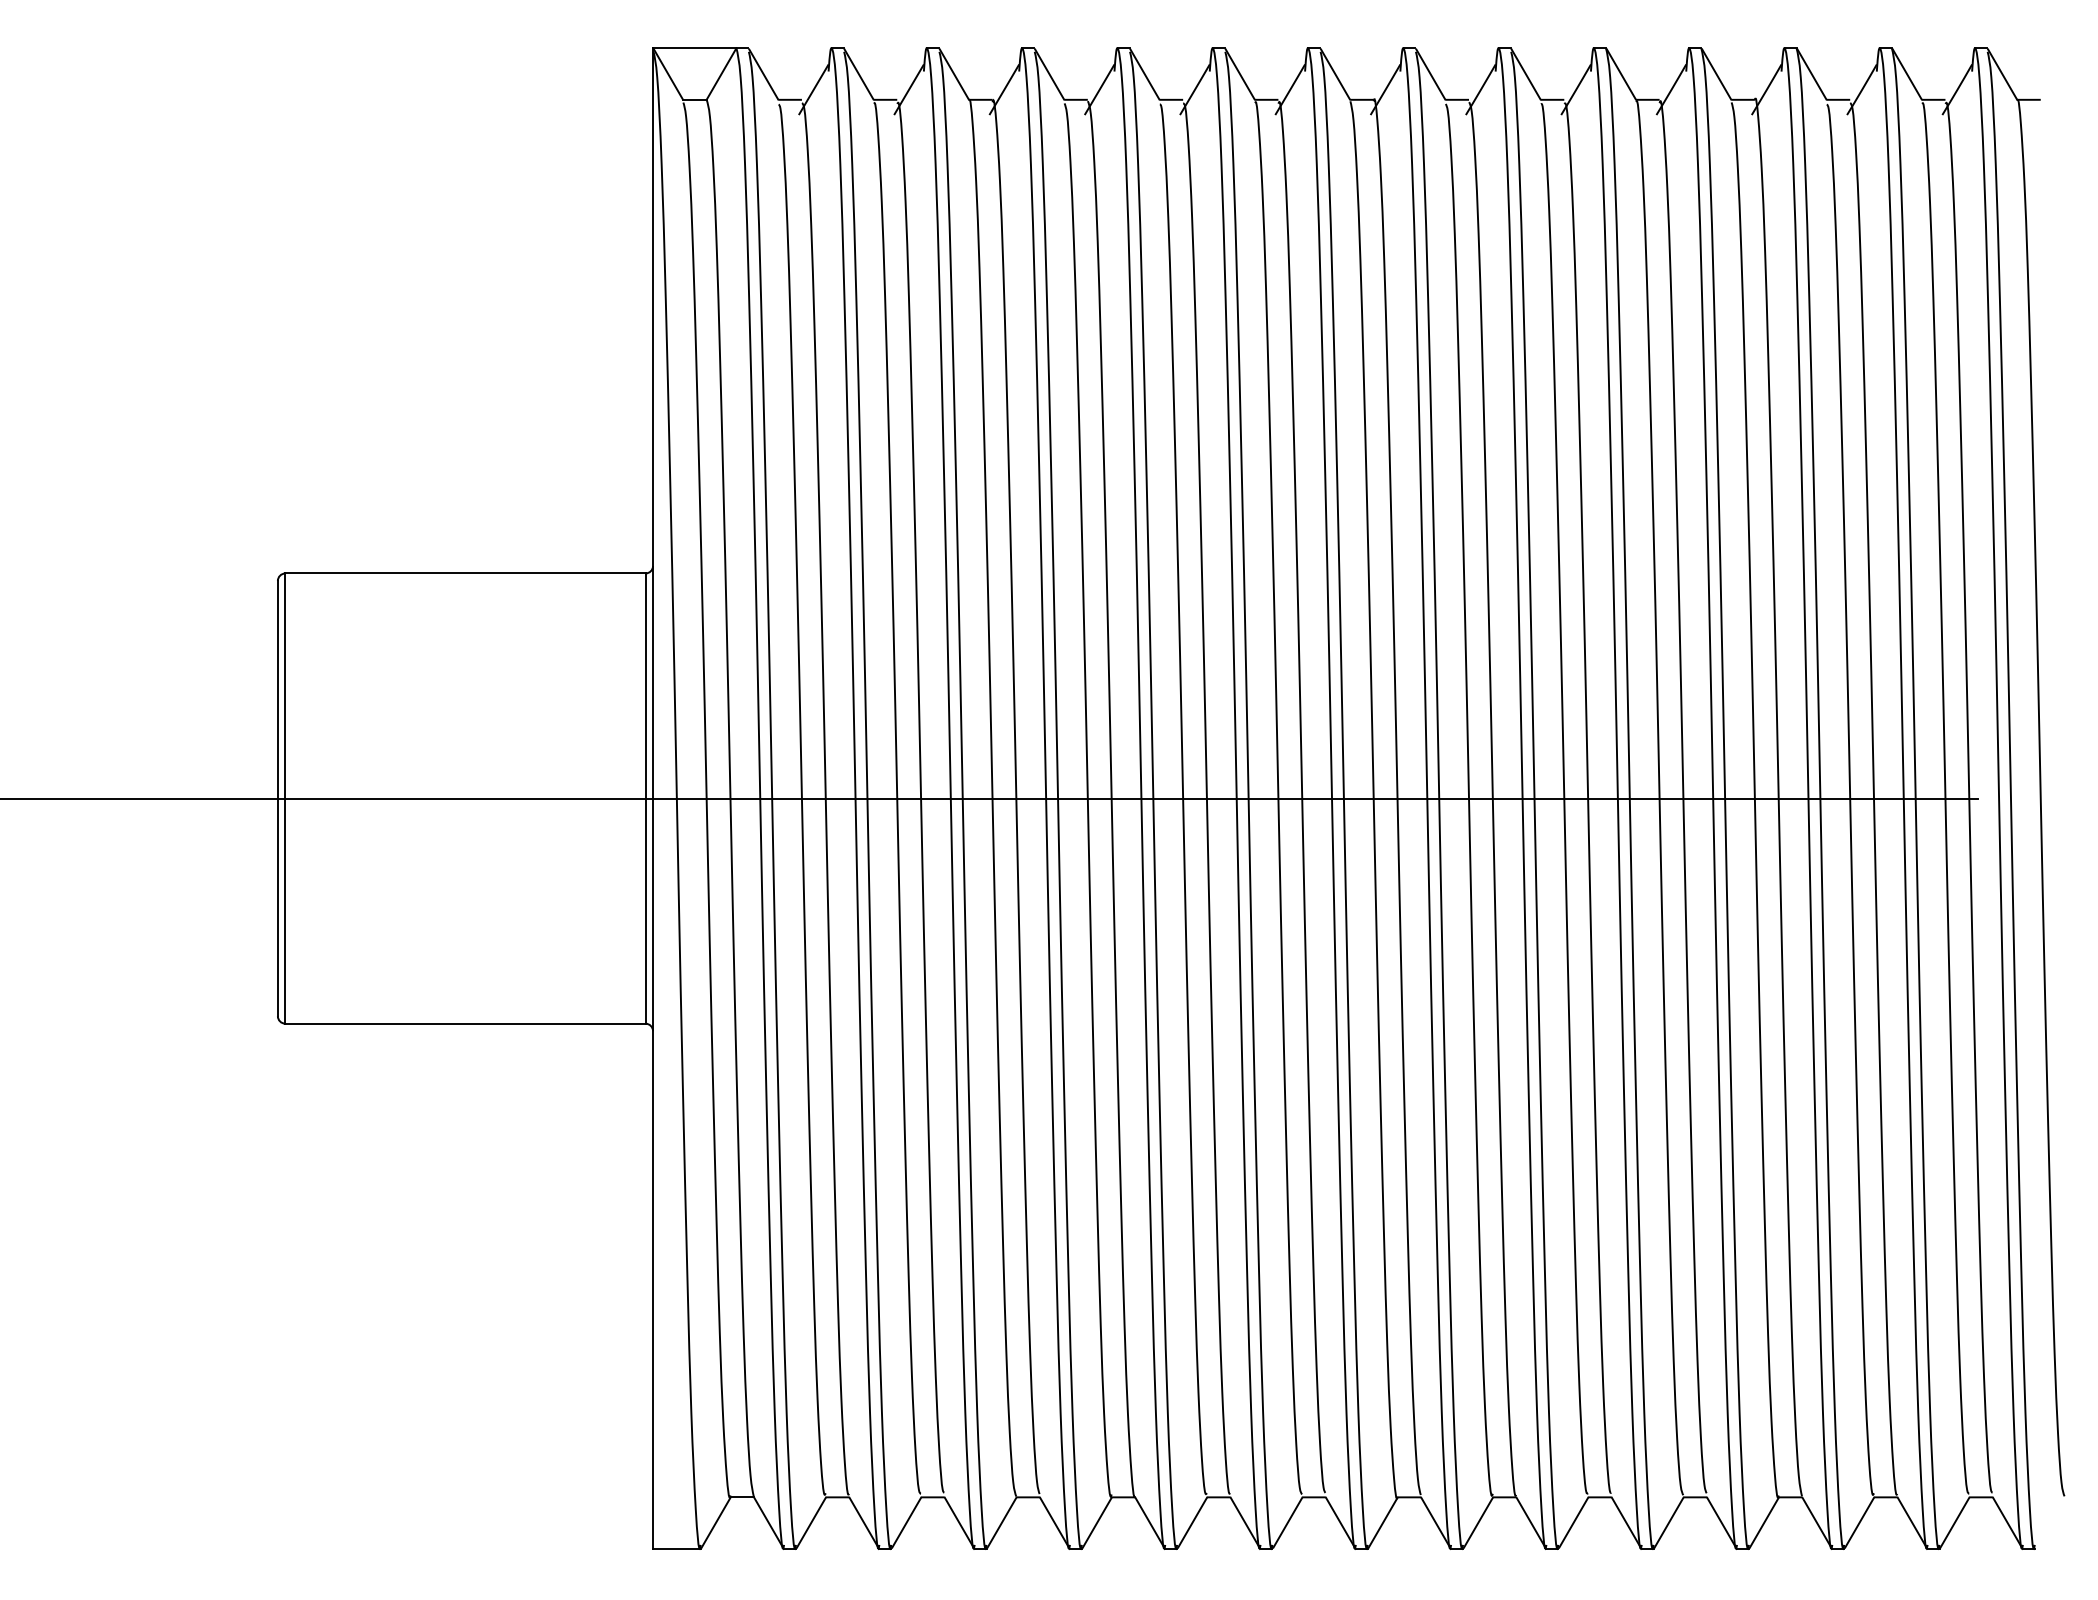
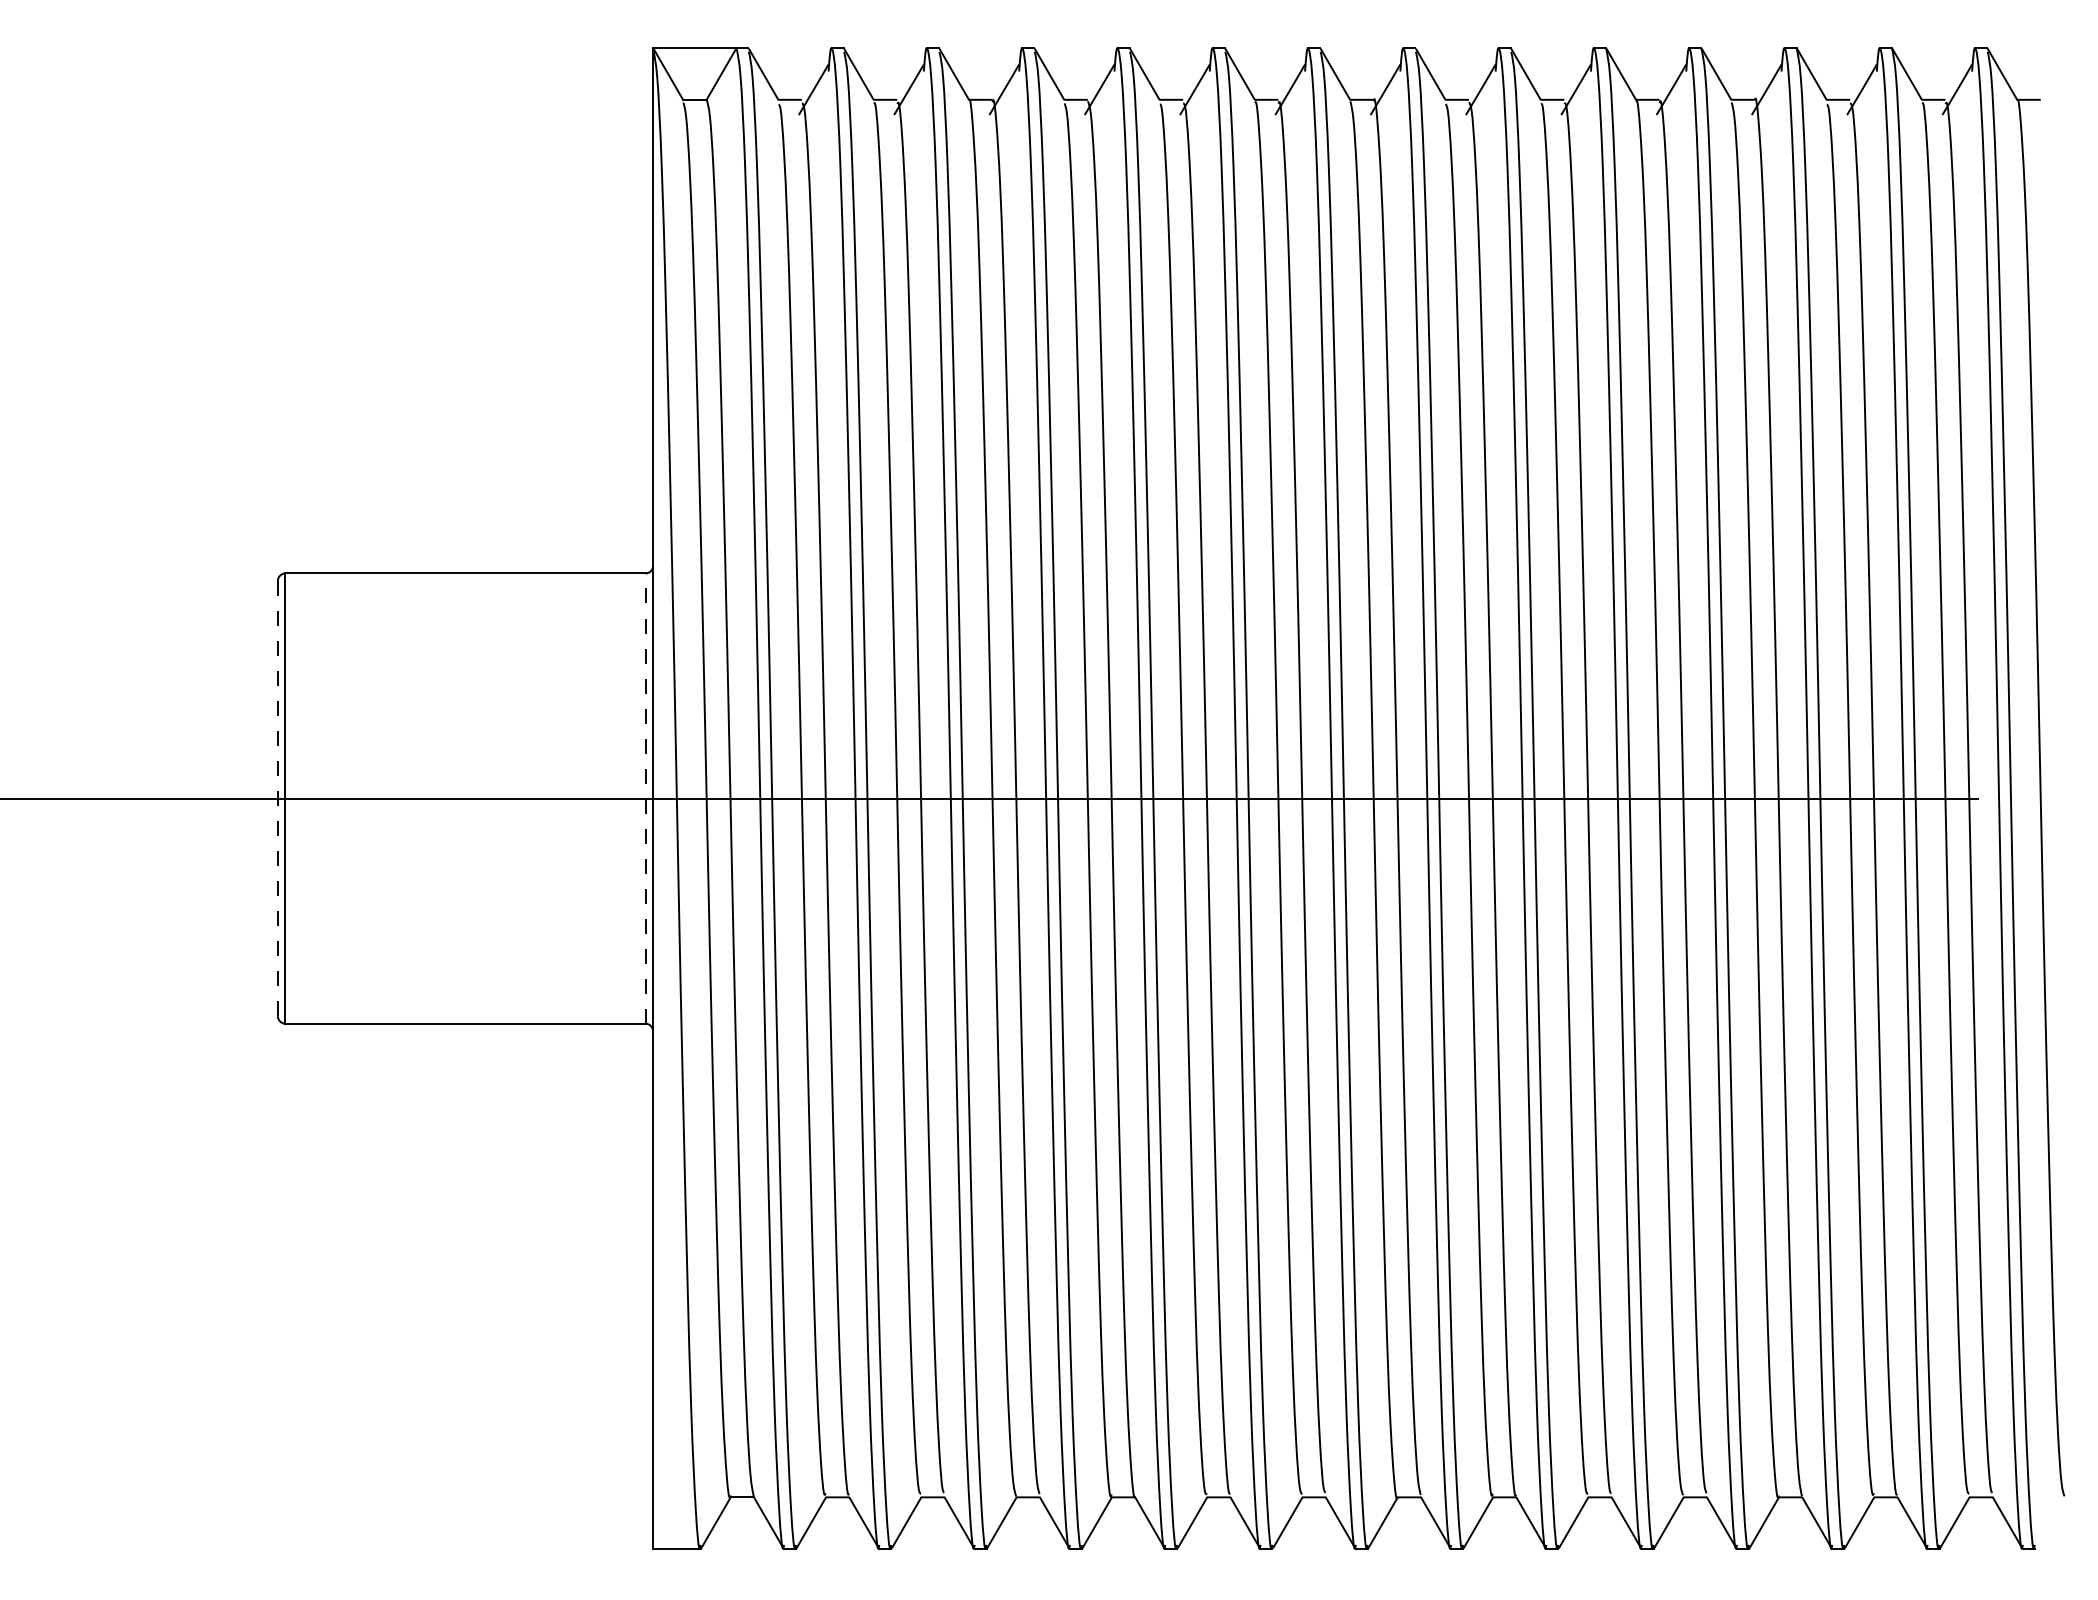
line at (277, 798): solid -> dashed
line at (645, 798): solid -> dashed
